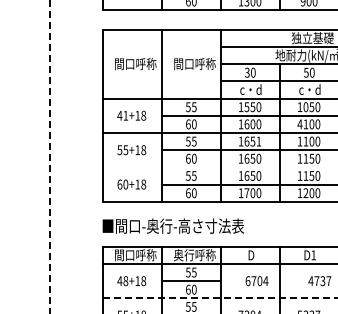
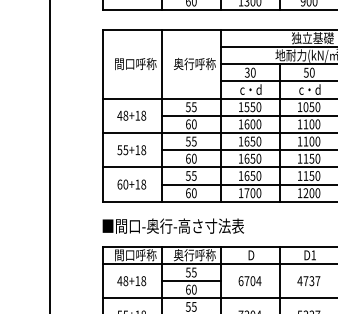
text at (184, 63): 間口呼称 -> 奥行呼称
text at (125, 115): 41+18 -> 48+18
text at (299, 124): 4100 -> 1100
text at (258, 141): 1651 -> 1650
line at (49, 156): dashed -> solid
line at (218, 167): none -> present
text at (256, 281) position: (256, 281) -> (249, 281)
text at (319, 281) position: (319, 281) -> (308, 281)
line at (220, 298): dashed -> solid
